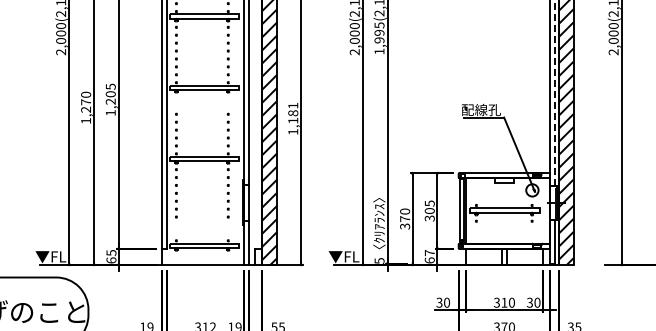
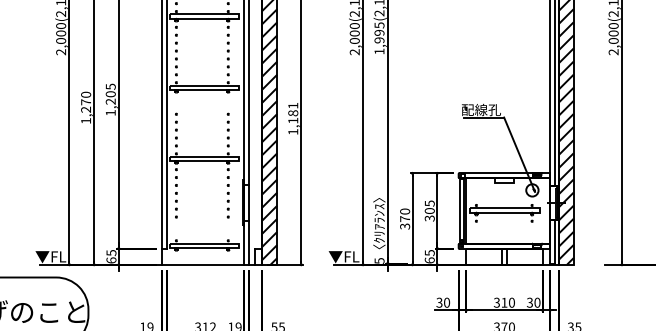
line at (554, 92): dashed -> solid
text at (429, 253): 67 -> 65
